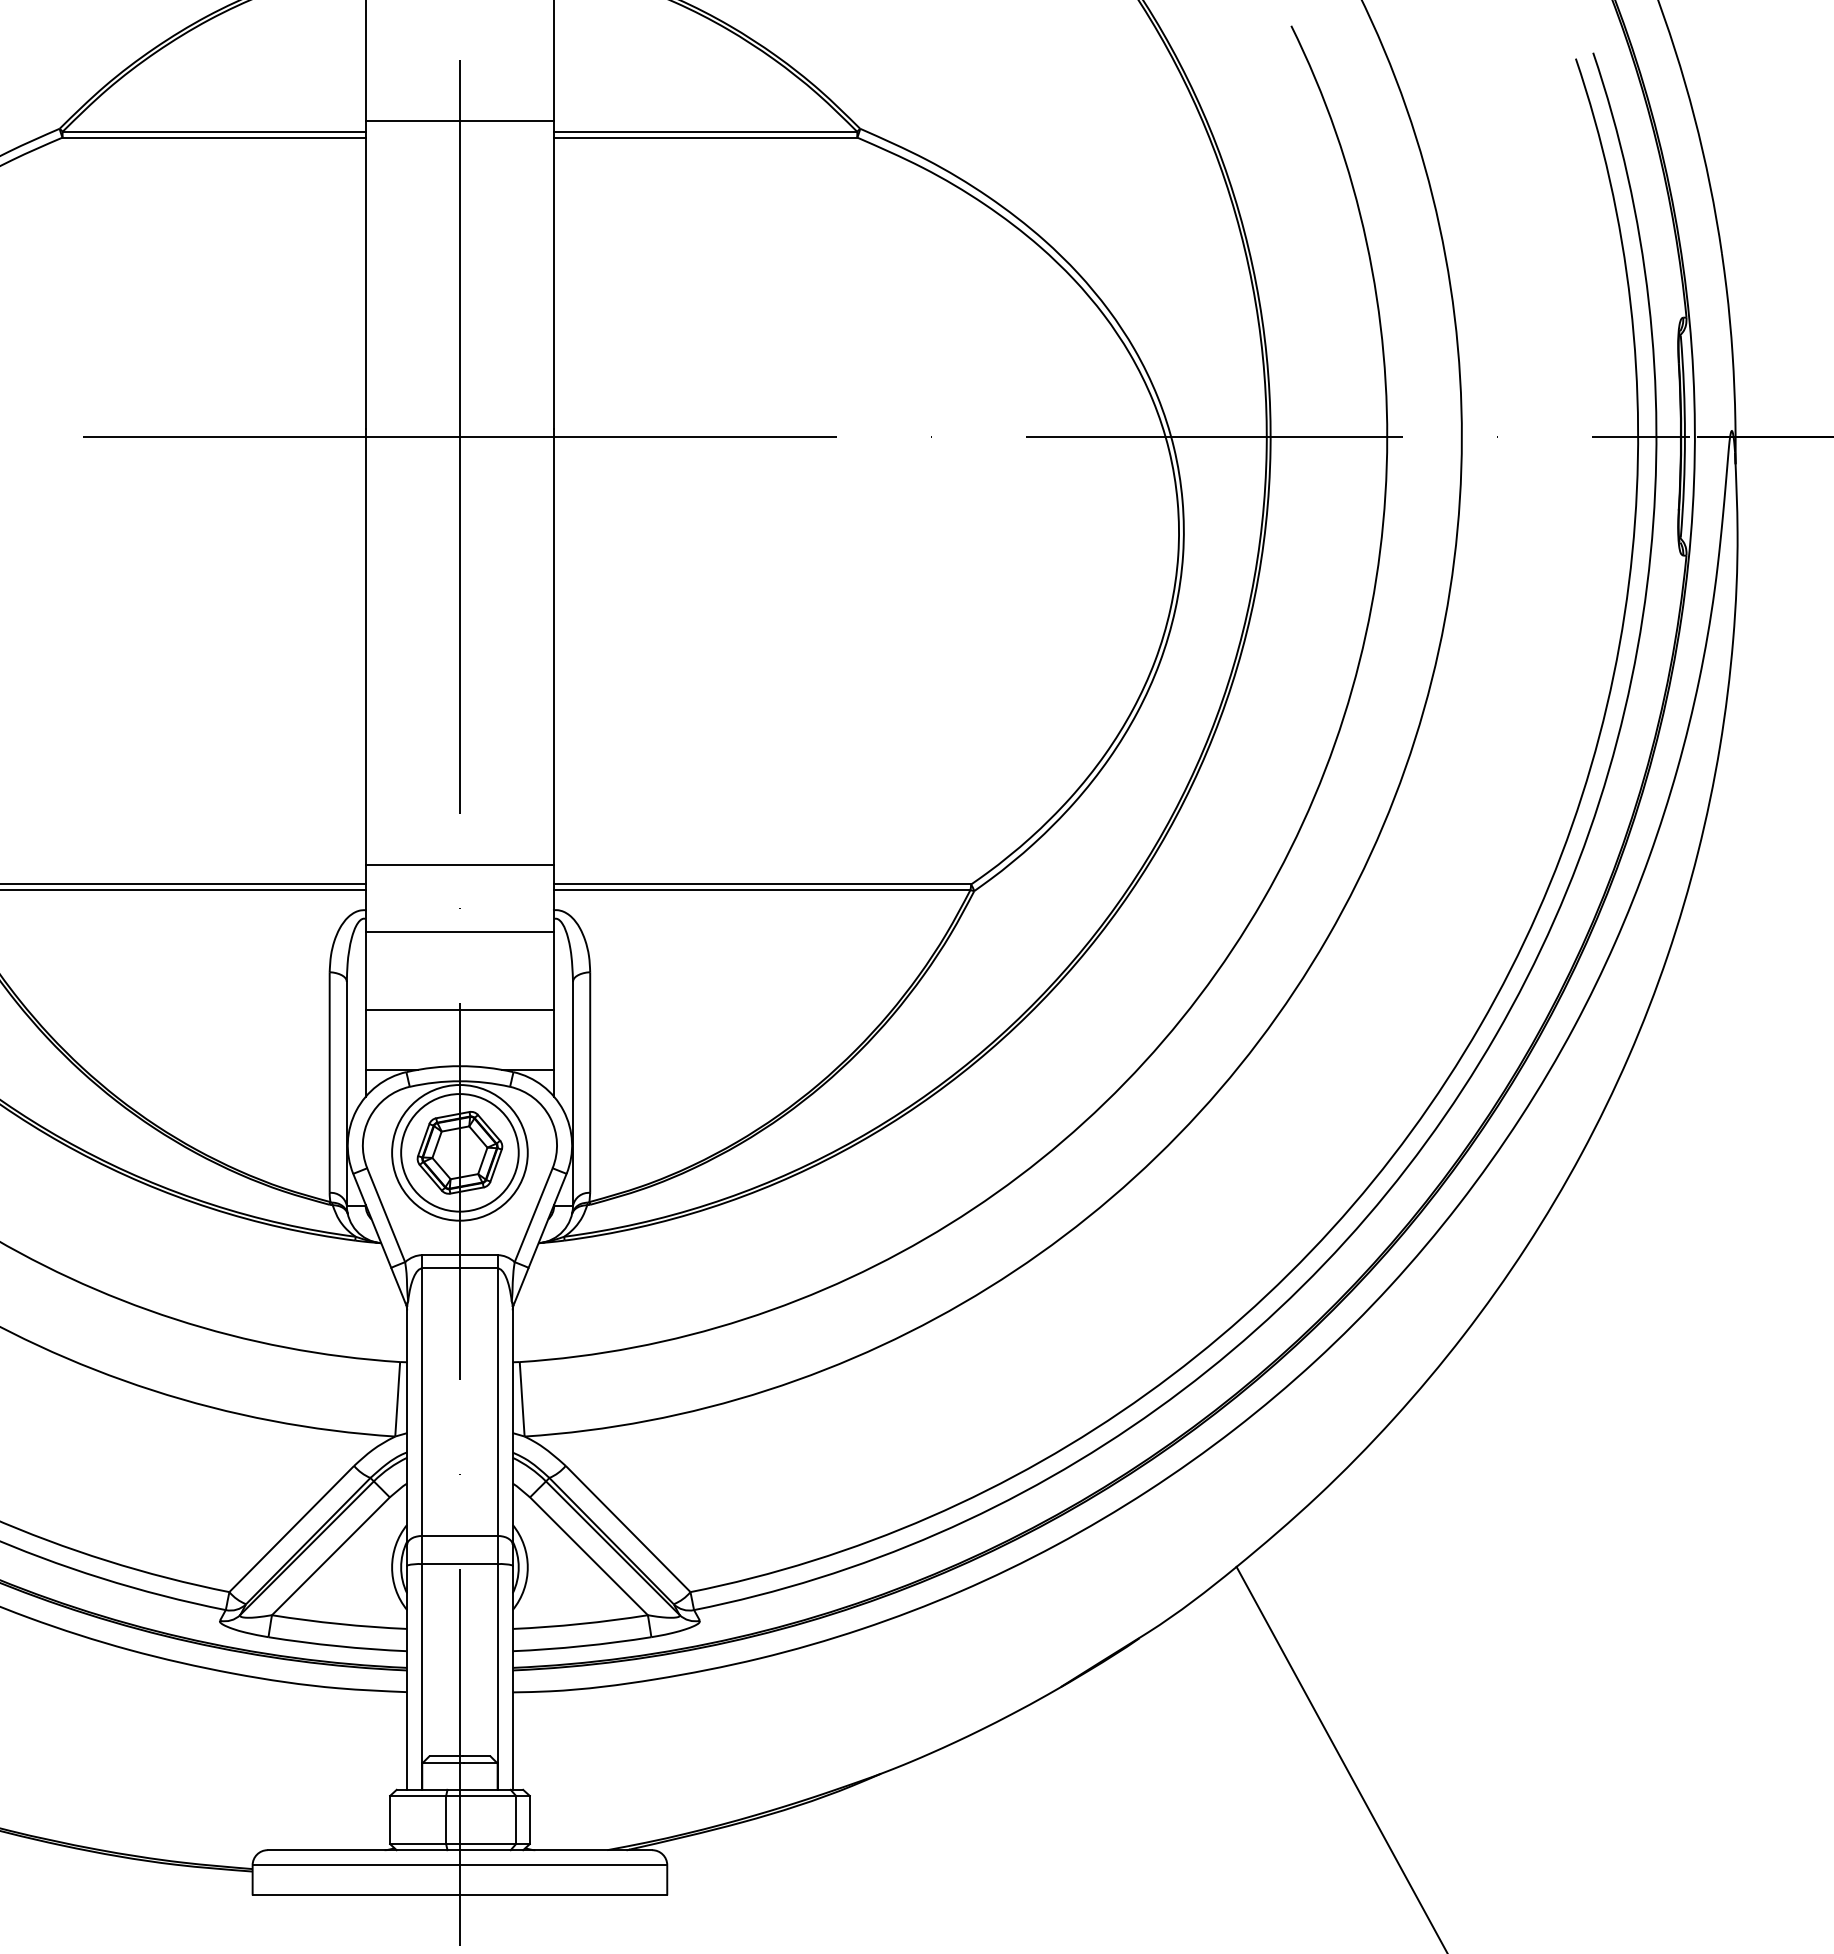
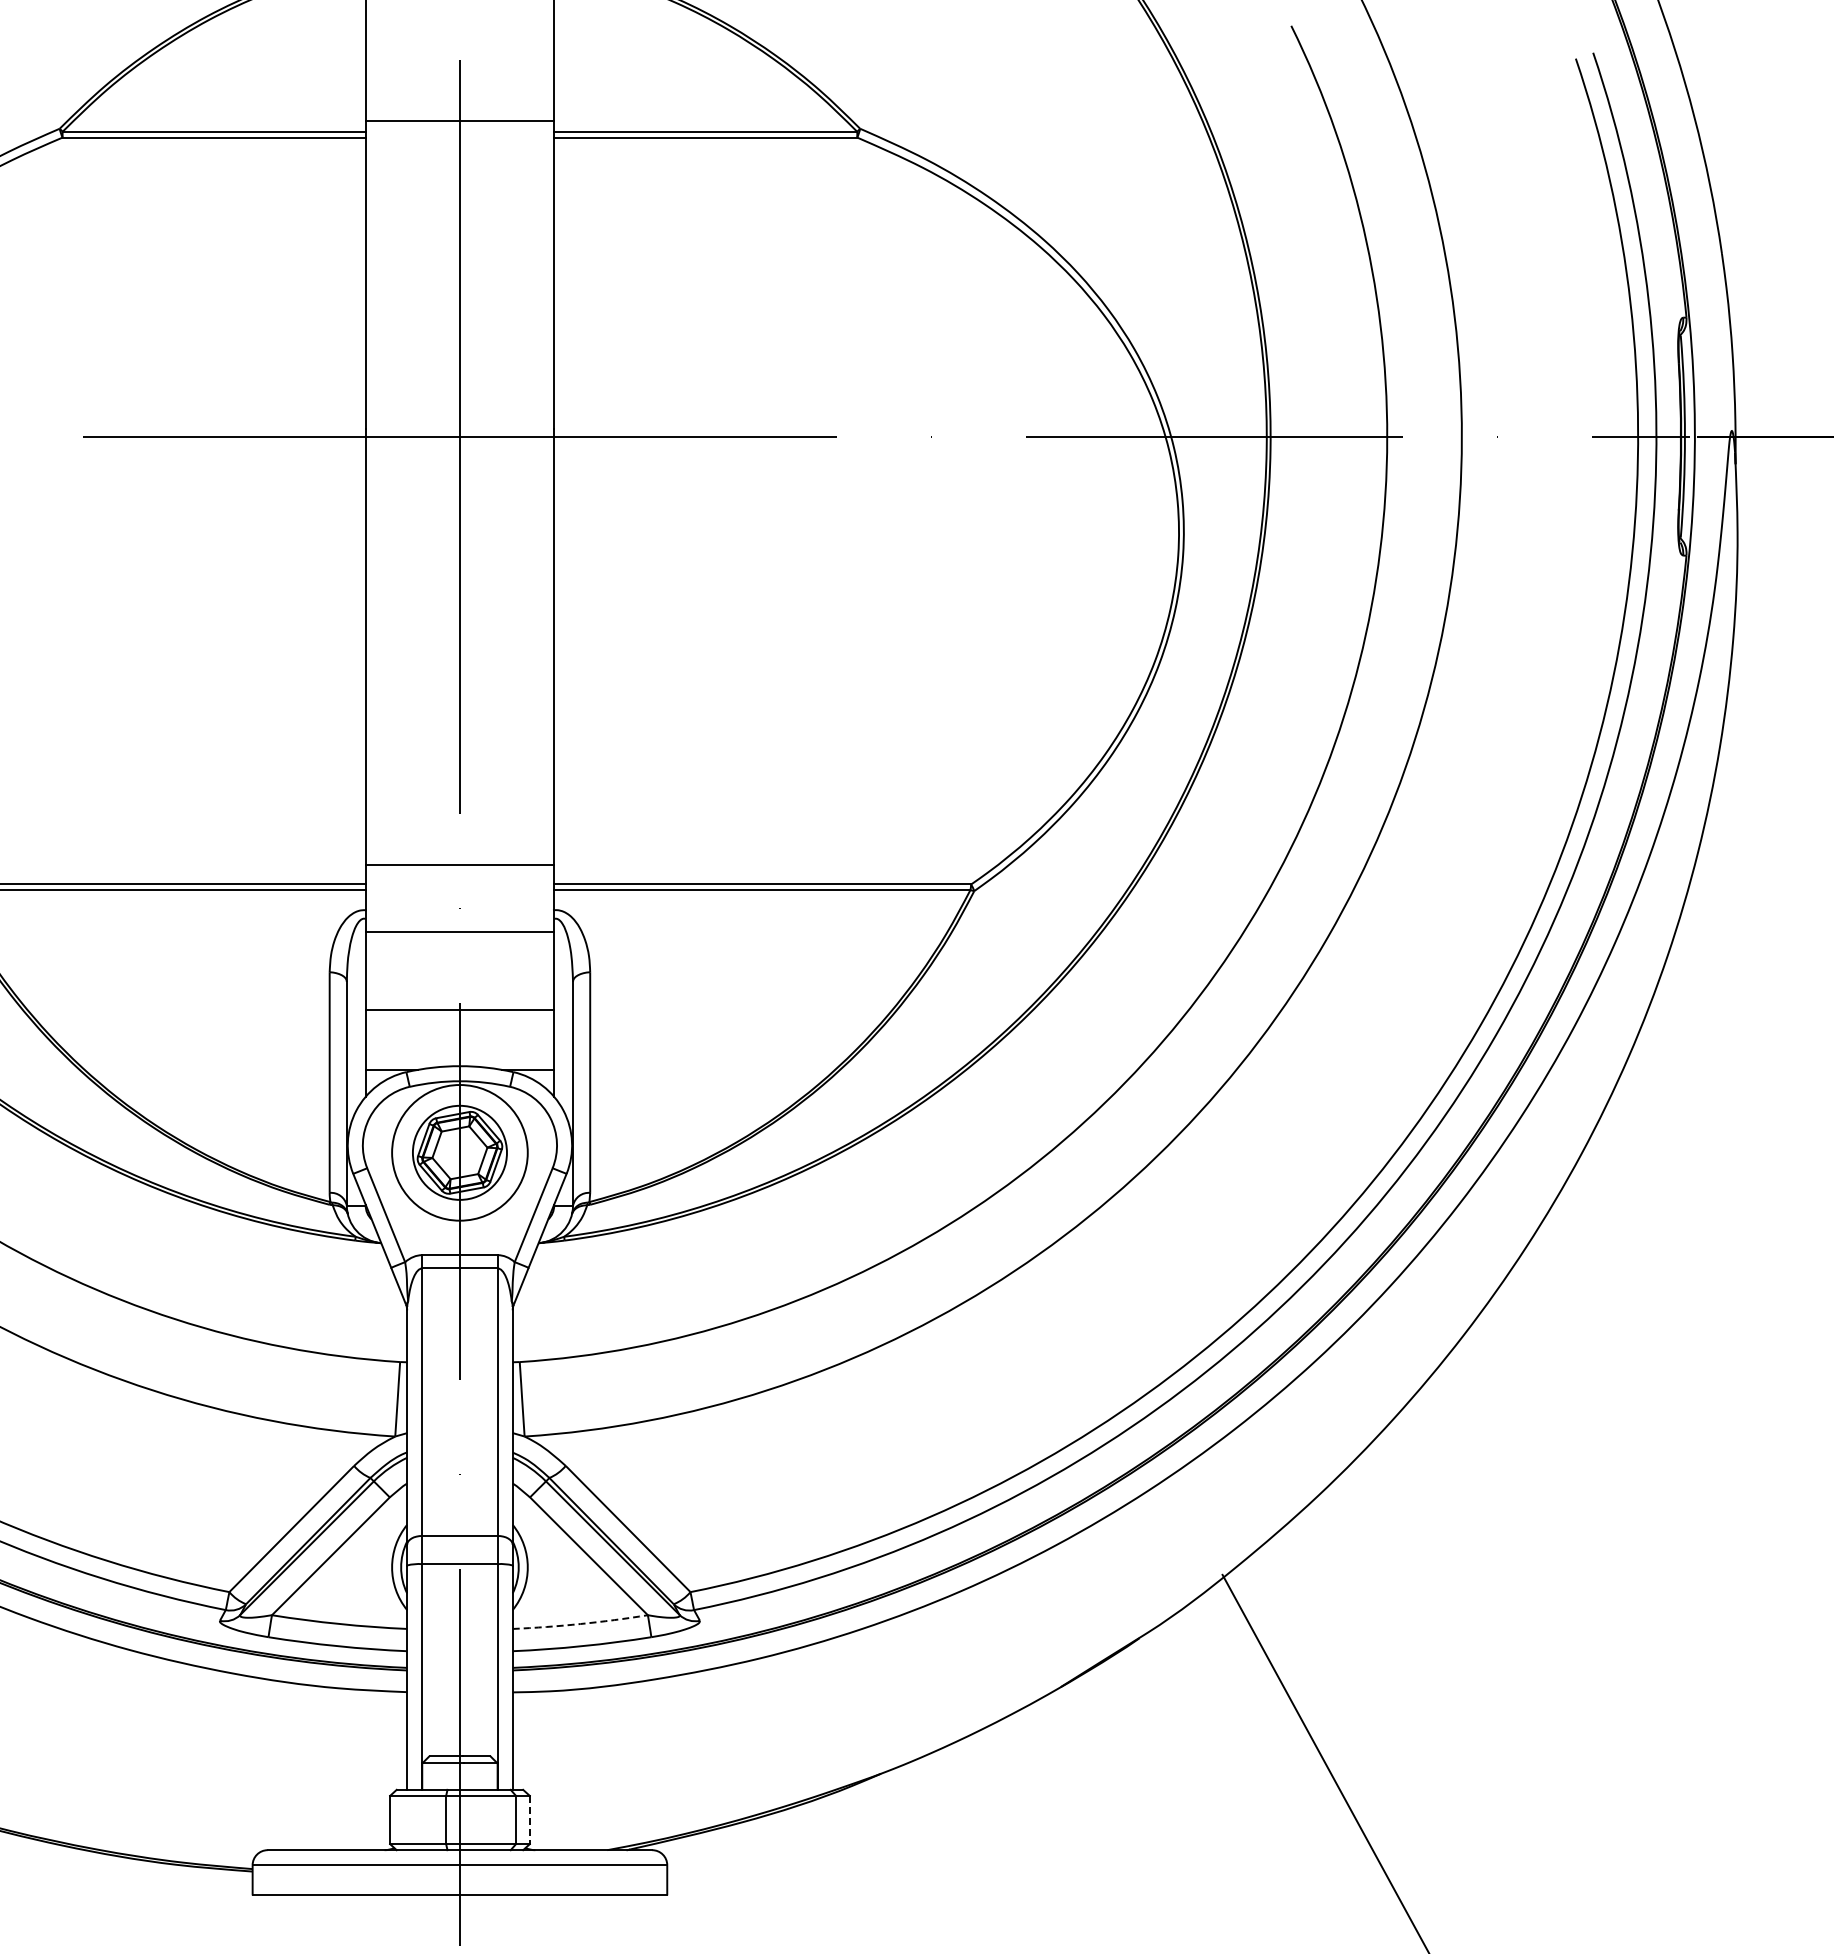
circle at (459, 1152) diameter: 118 px -> 94 px
arc at (580, 1624): solid -> dashed
line at (1340, 1758) position: (1340, 1758) -> (1324, 1762)
line at (529, 1820): solid -> dashed
